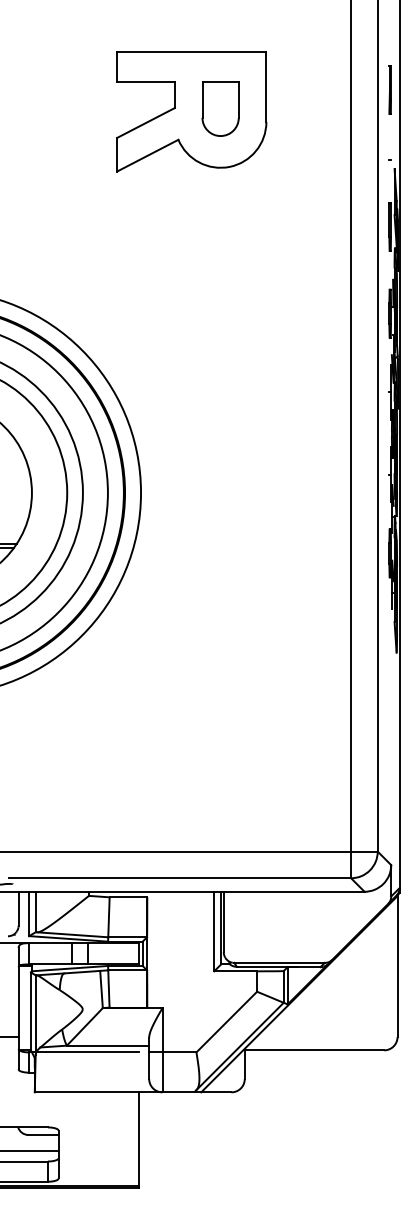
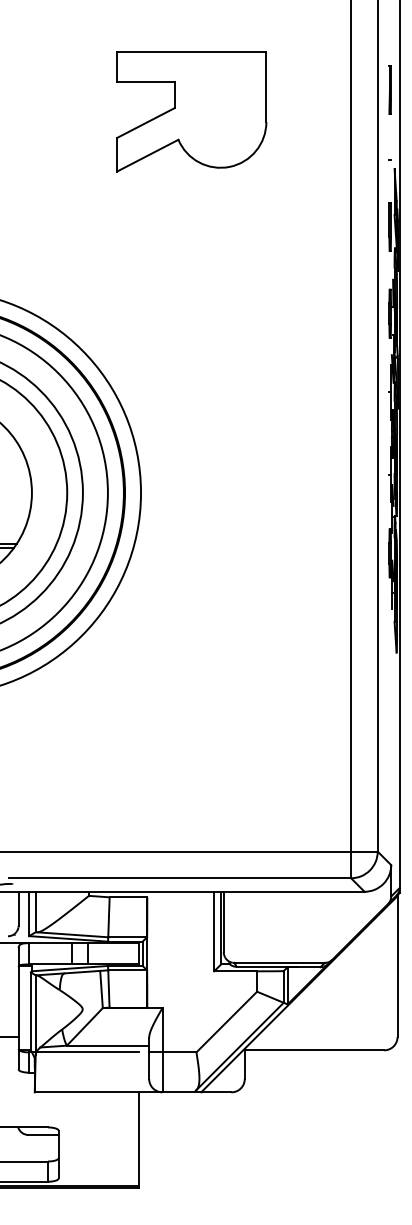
part at (220, 108): present -> none
line at (30, 1150): present -> none
